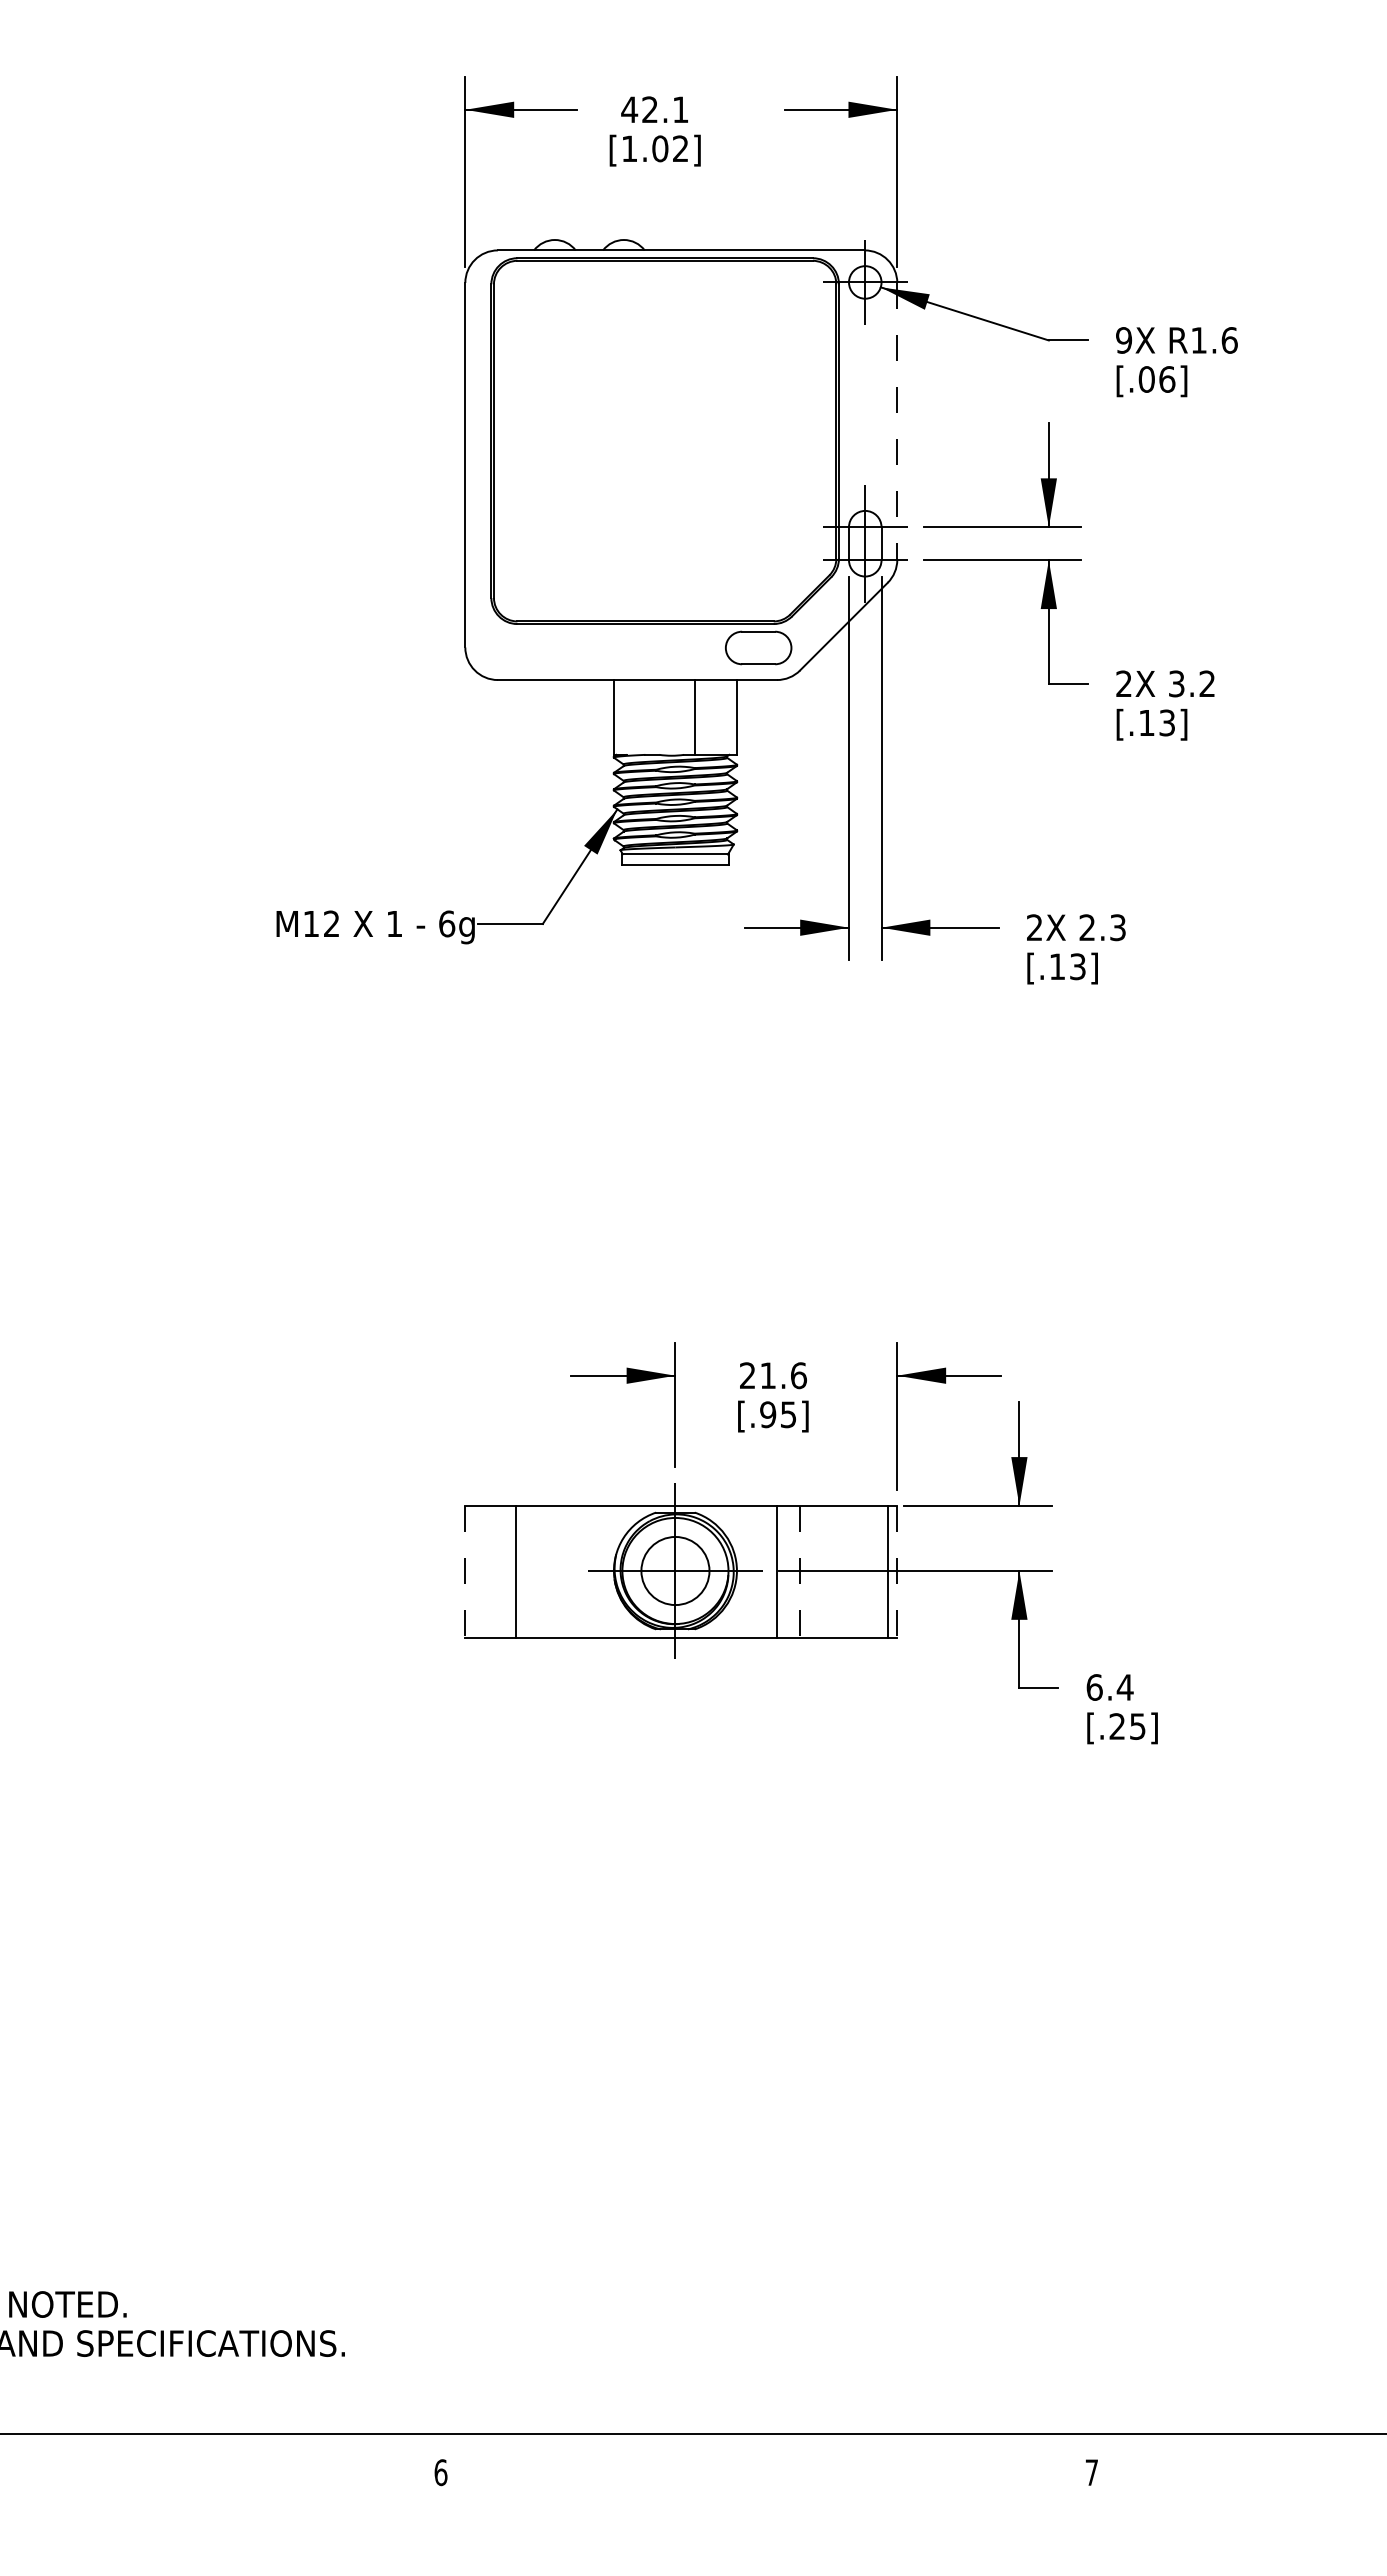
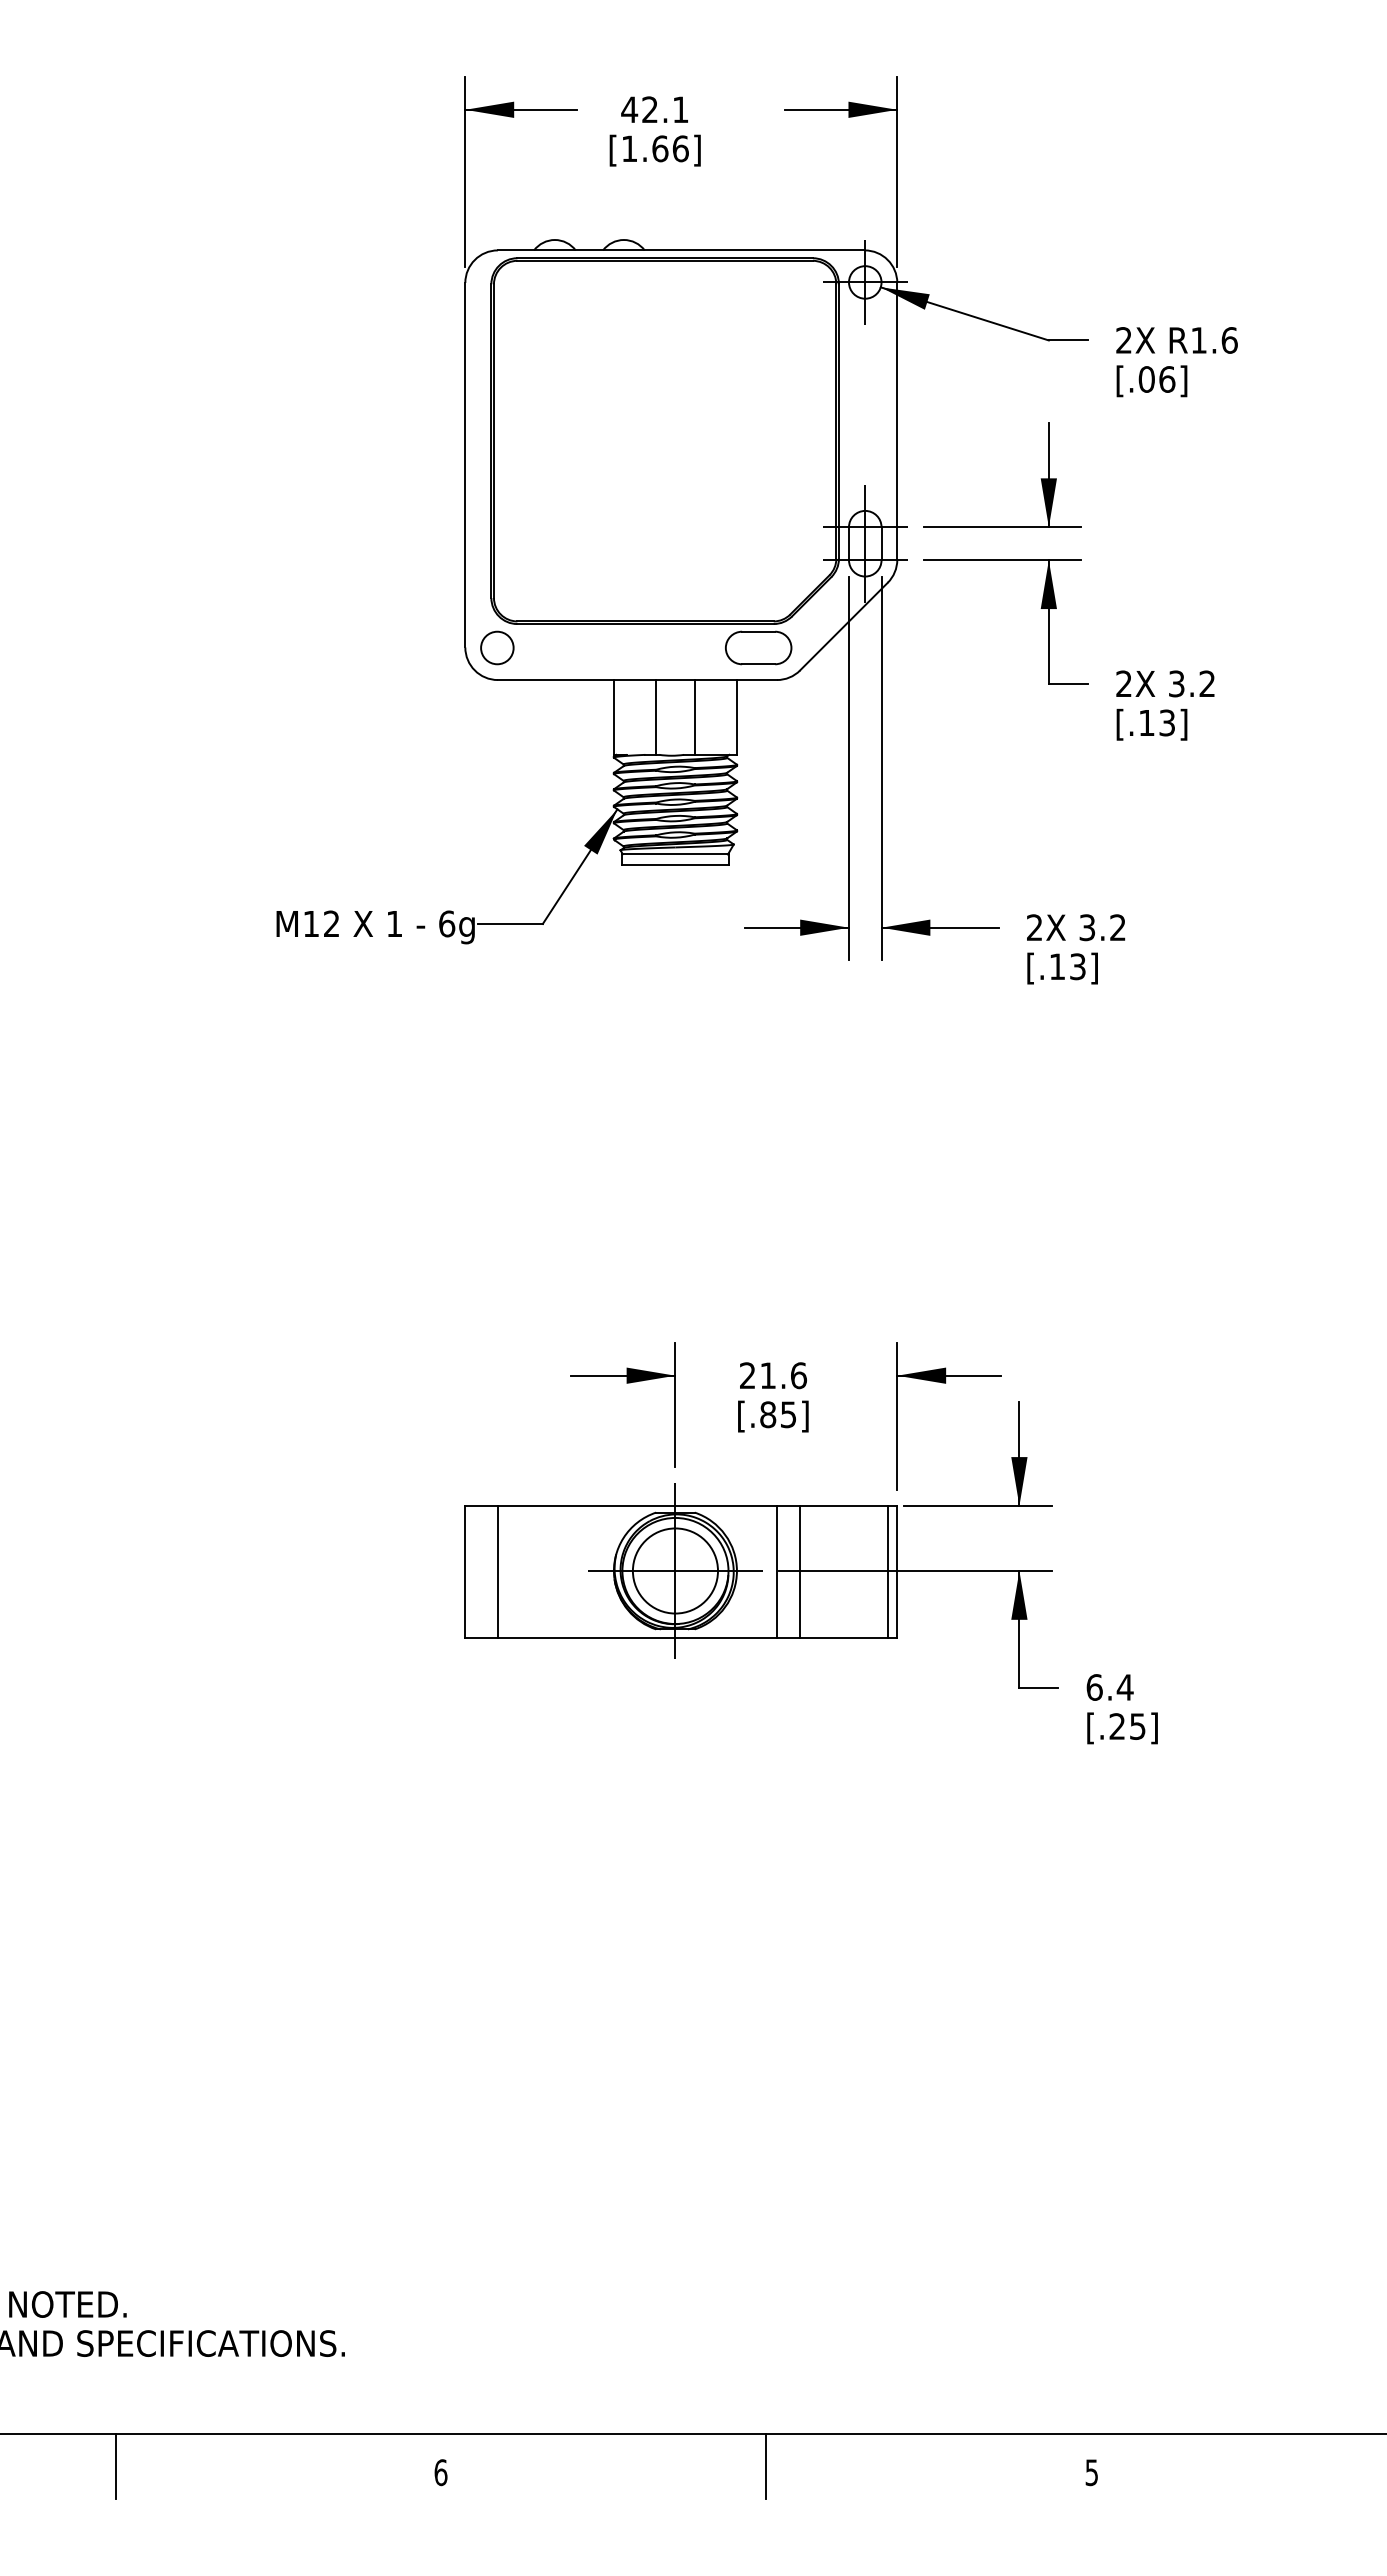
text at (670, 148): [1.02] -> [1.66]
text at (1124, 340): 9X -> 2X
line at (897, 421): dashed -> solid
circle at (497, 647): none -> present
line at (656, 717): none -> present
text at (1102, 927): 2.3 -> 3.2
text at (768, 1414): [.95] -> [.85]
circle at (675, 1570) diameter: 68 px -> 85 px
line at (515, 1571) position: (515, 1571) -> (497, 1571)
line at (465, 1572): dashed -> solid
line at (800, 1572): dashed -> solid
line at (897, 1572): dashed -> solid
line at (115, 2465): none -> present
line at (766, 2465): none -> present
text at (1091, 2472): 7 -> 5
